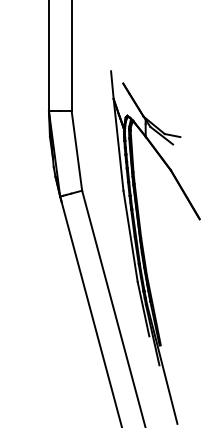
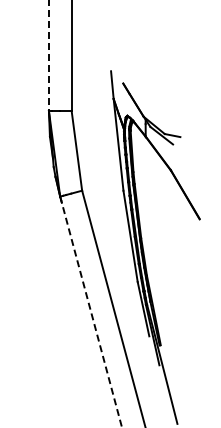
line at (48, 56): solid -> dashed
line at (91, 312): solid -> dashed
